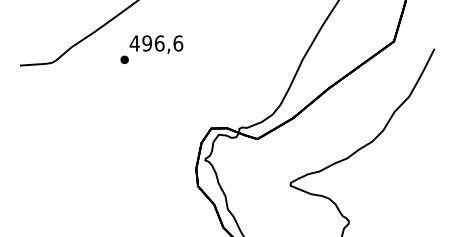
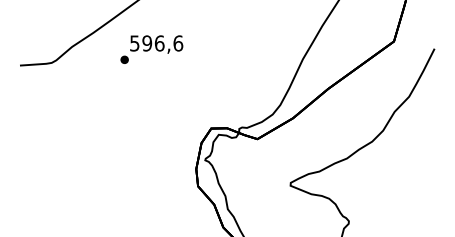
text at (134, 43): 496,6 -> 596,6
